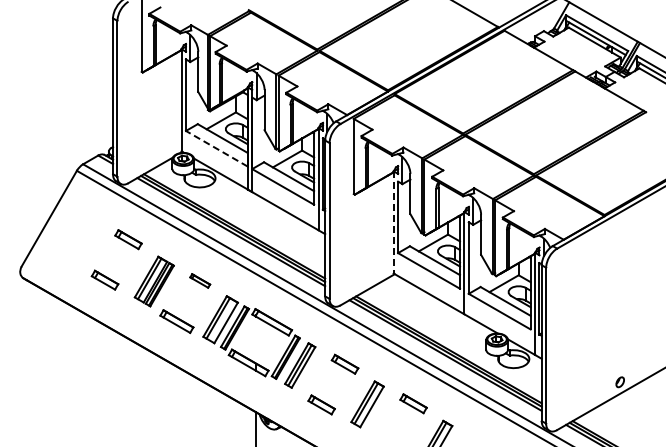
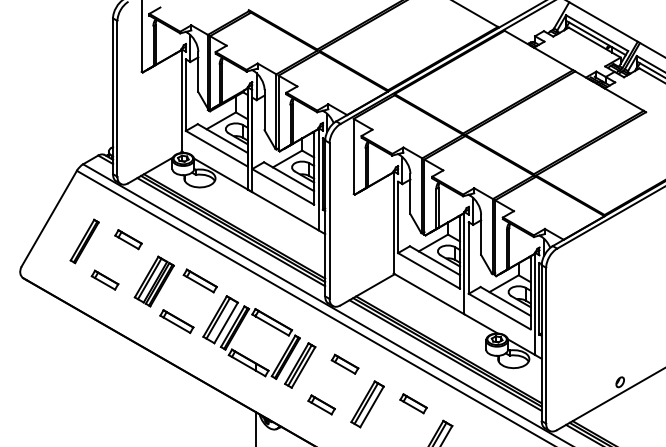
line at (216, 148): dashed -> solid
line at (393, 222): dashed -> solid
part at (84, 241): none -> present
part at (200, 280) size: 23x16 px -> 36x26 px
